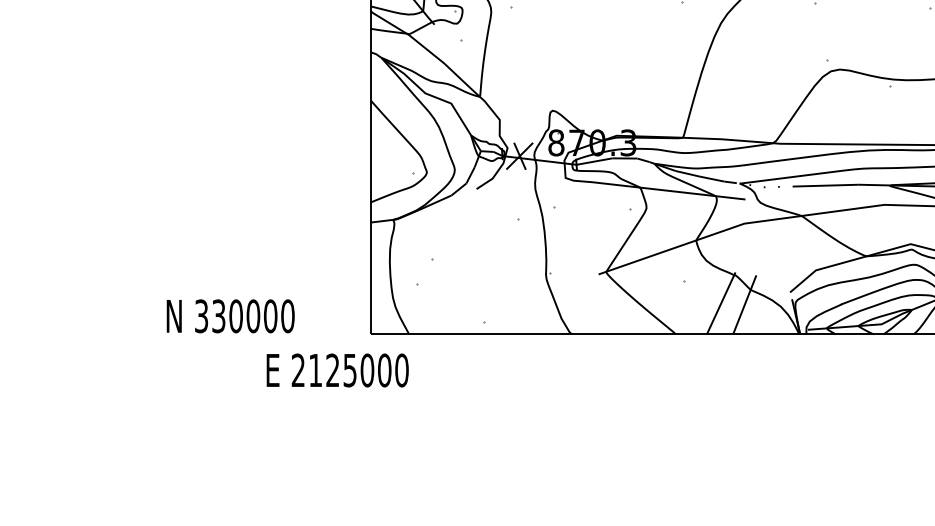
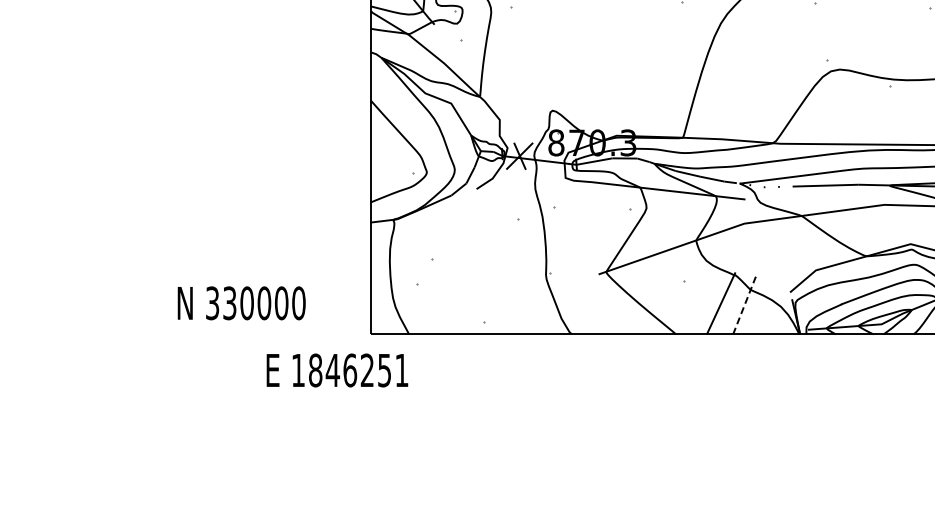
line at (744, 304): solid -> dashed
text at (230, 316) position: (230, 316) -> (241, 303)
text at (349, 370): 2125000 -> 1846251
